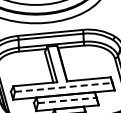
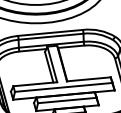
line at (63, 87): dashed -> solid
line at (67, 100): dashed -> solid
